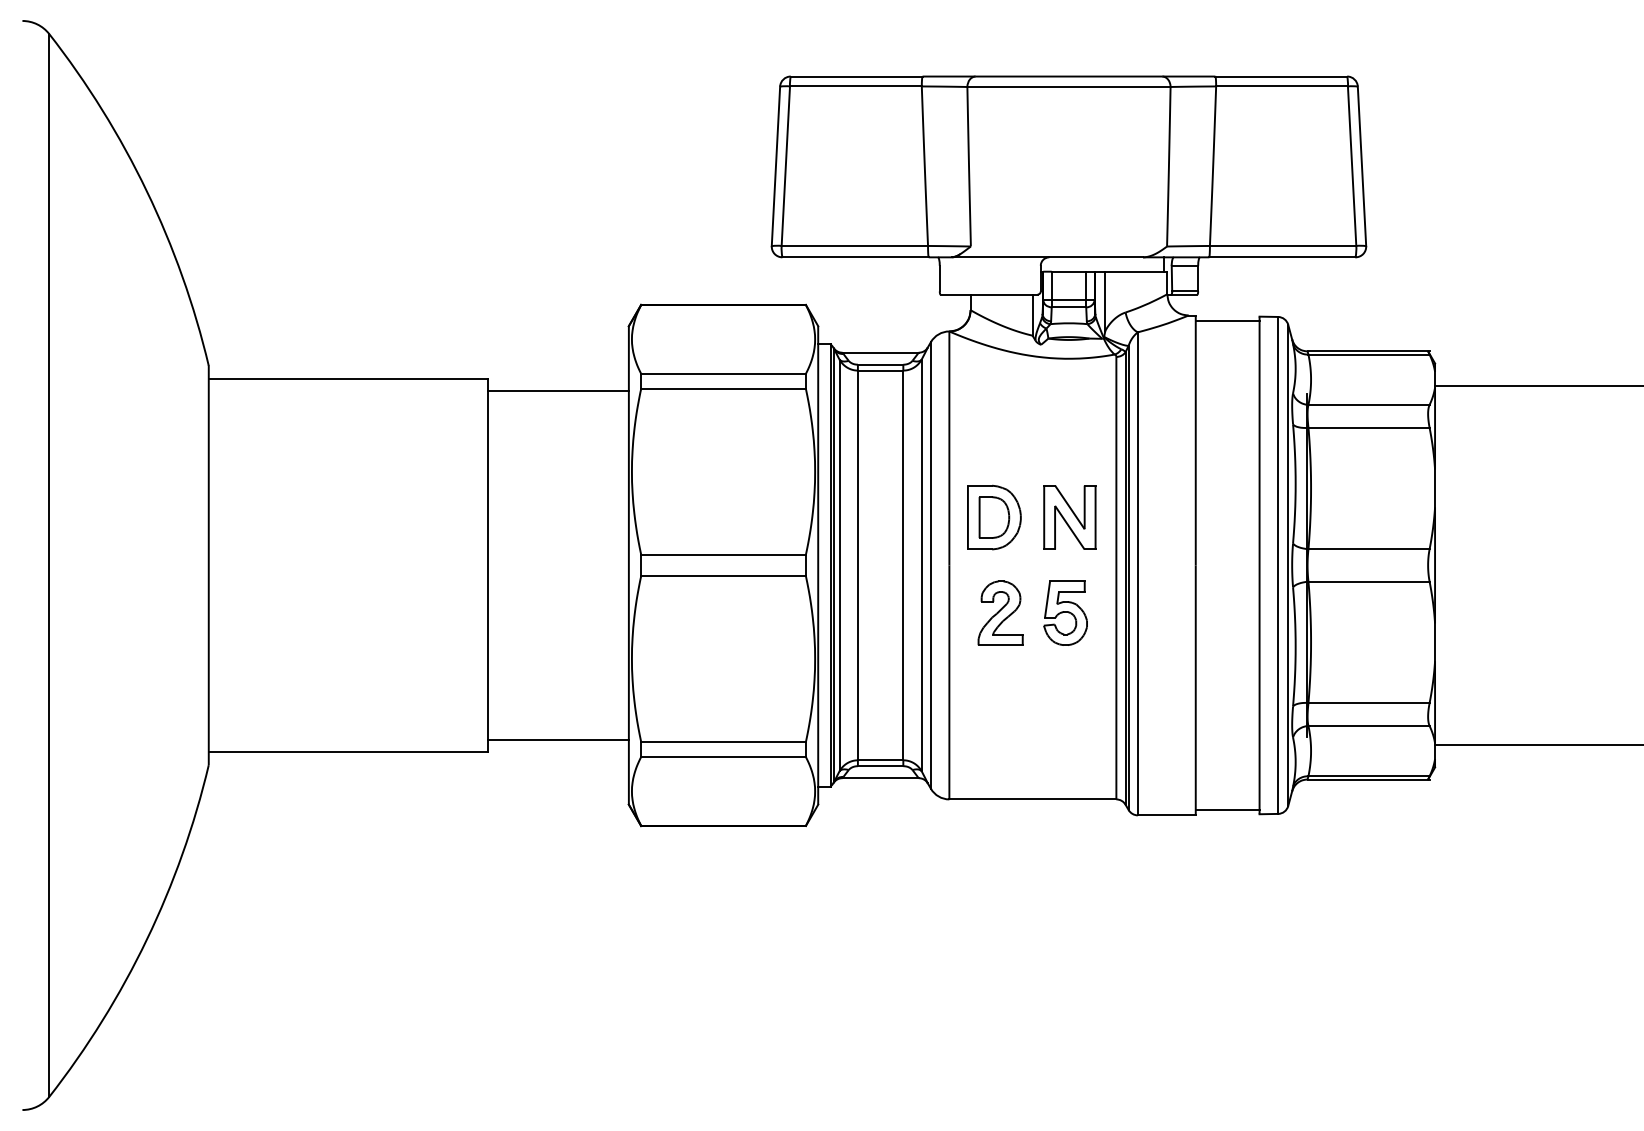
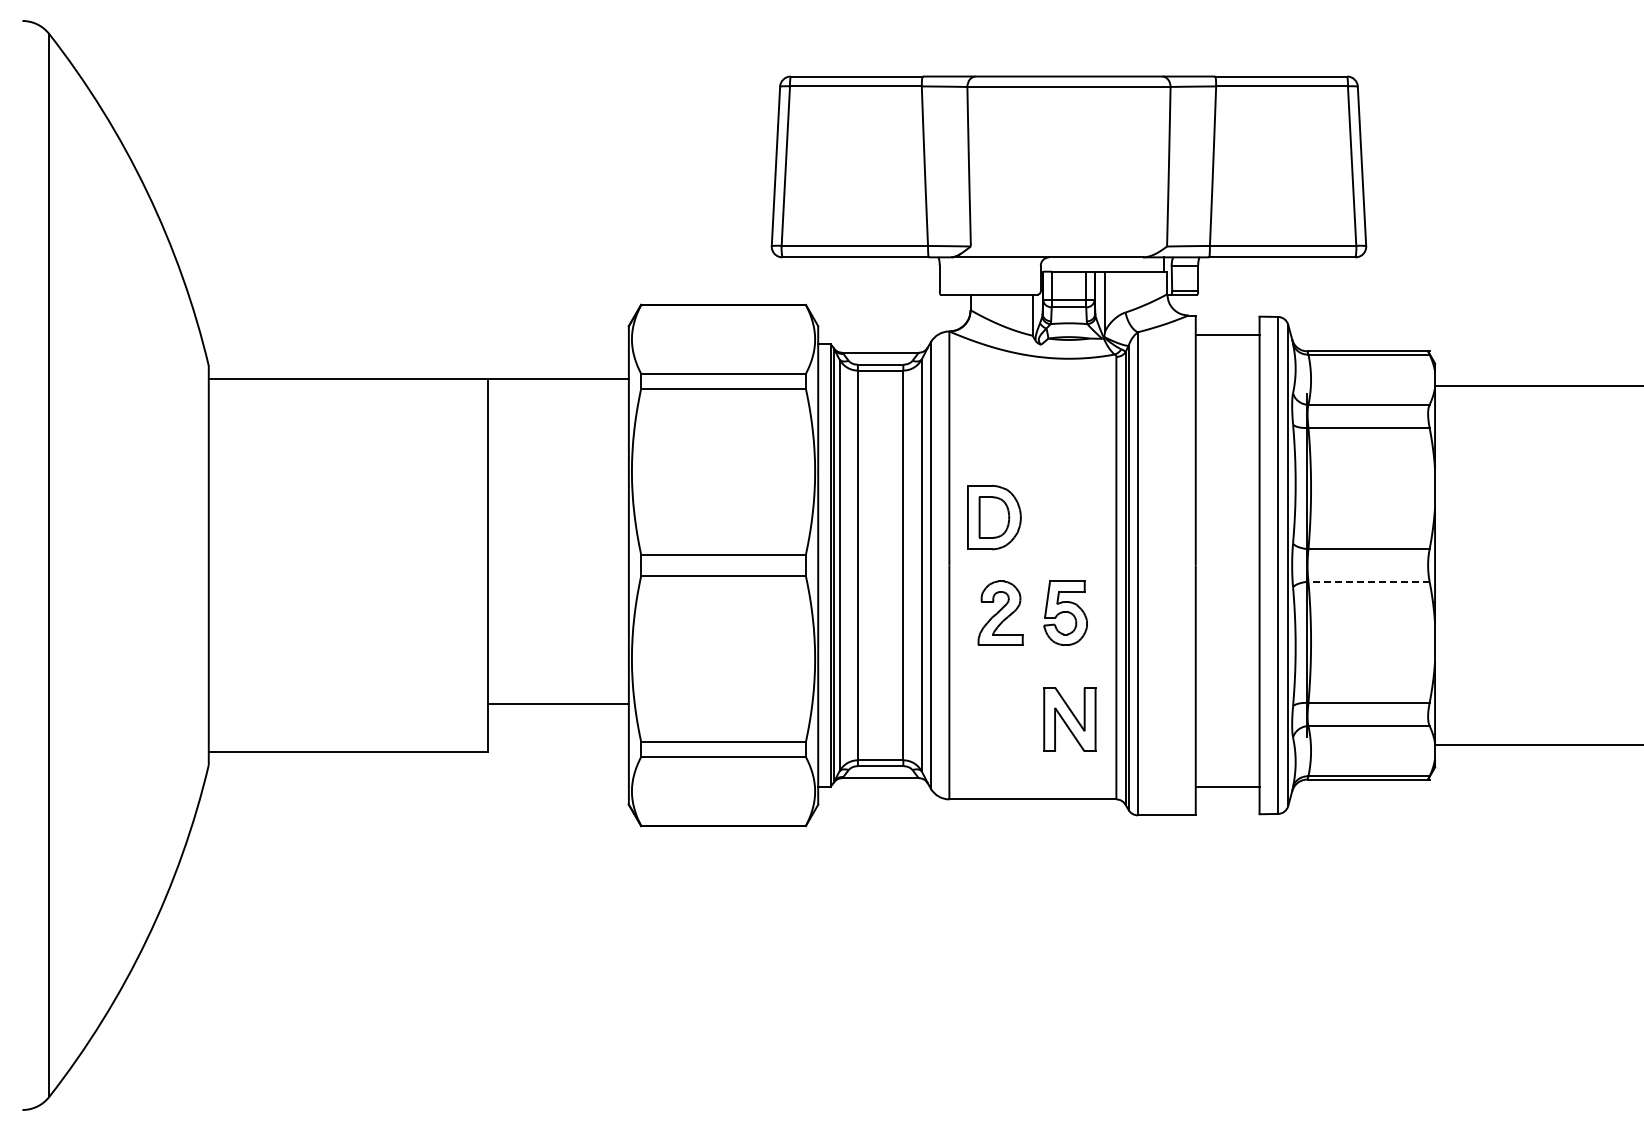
line at (1227, 320) position: (1227, 320) -> (1227, 334)
line at (558, 390) position: (558, 390) -> (558, 378)
part at (1069, 517) position: (1069, 517) -> (1069, 719)
line at (1369, 581): solid -> dashed
line at (558, 740) position: (558, 740) -> (558, 704)
line at (1227, 810) position: (1227, 810) -> (1227, 787)
